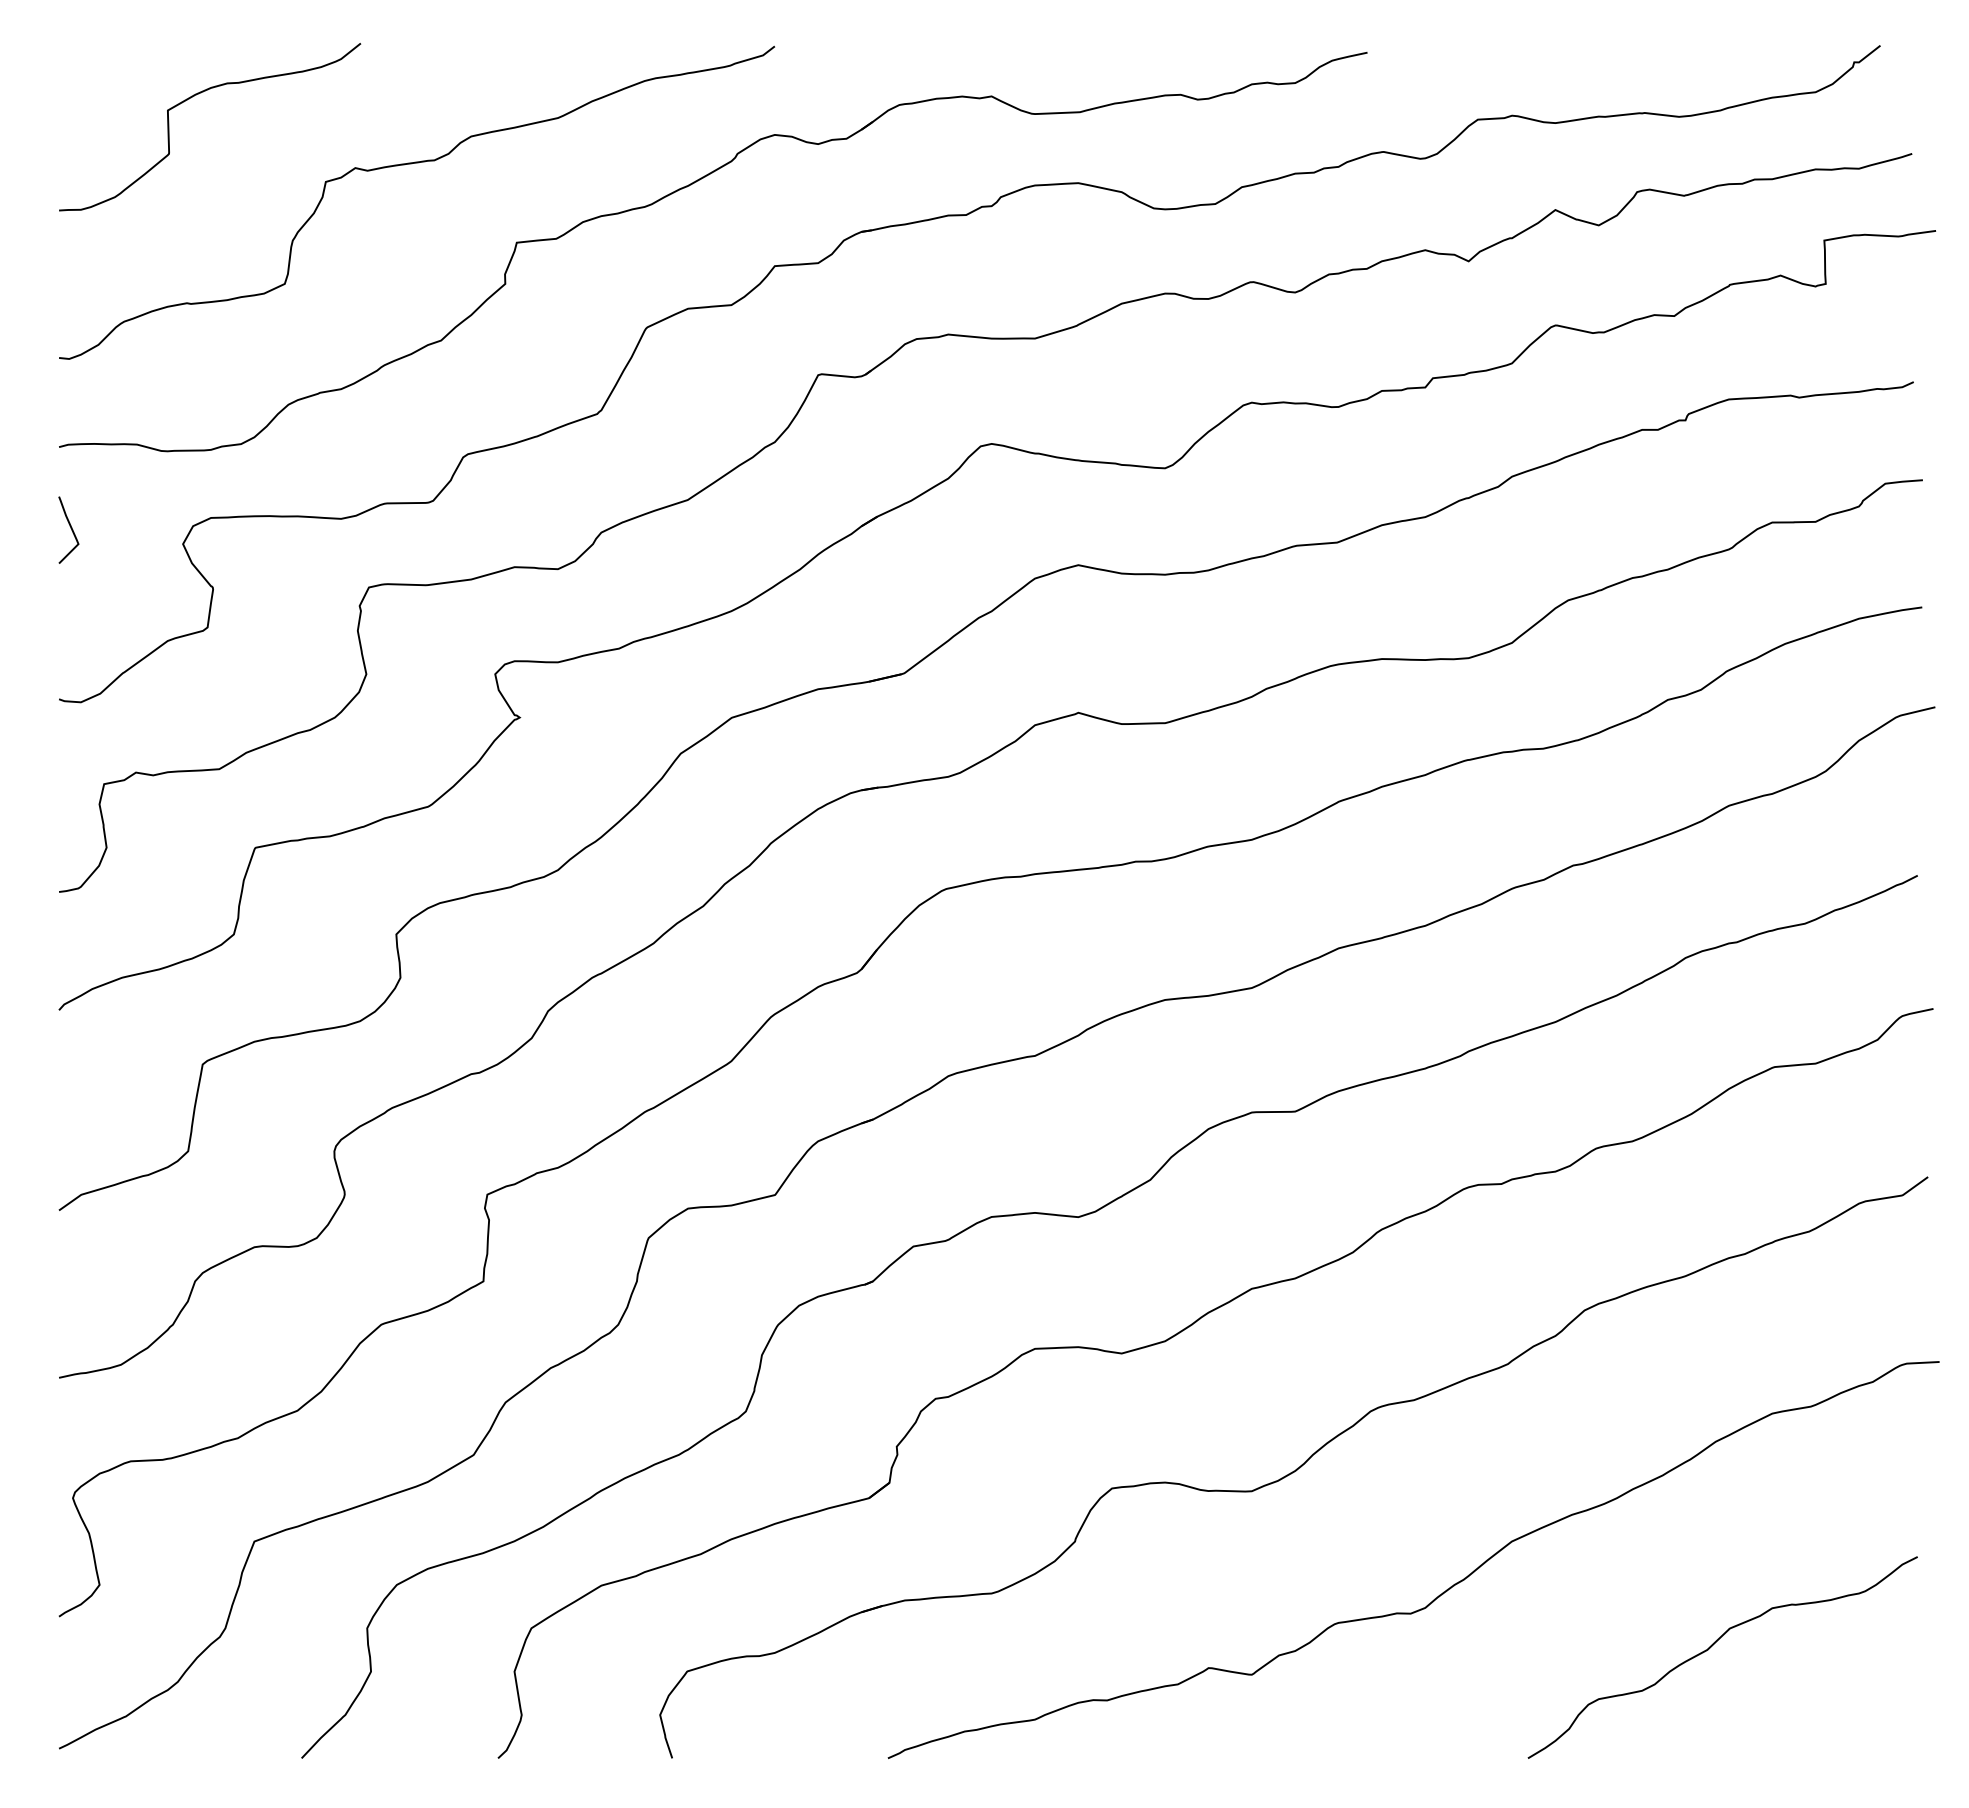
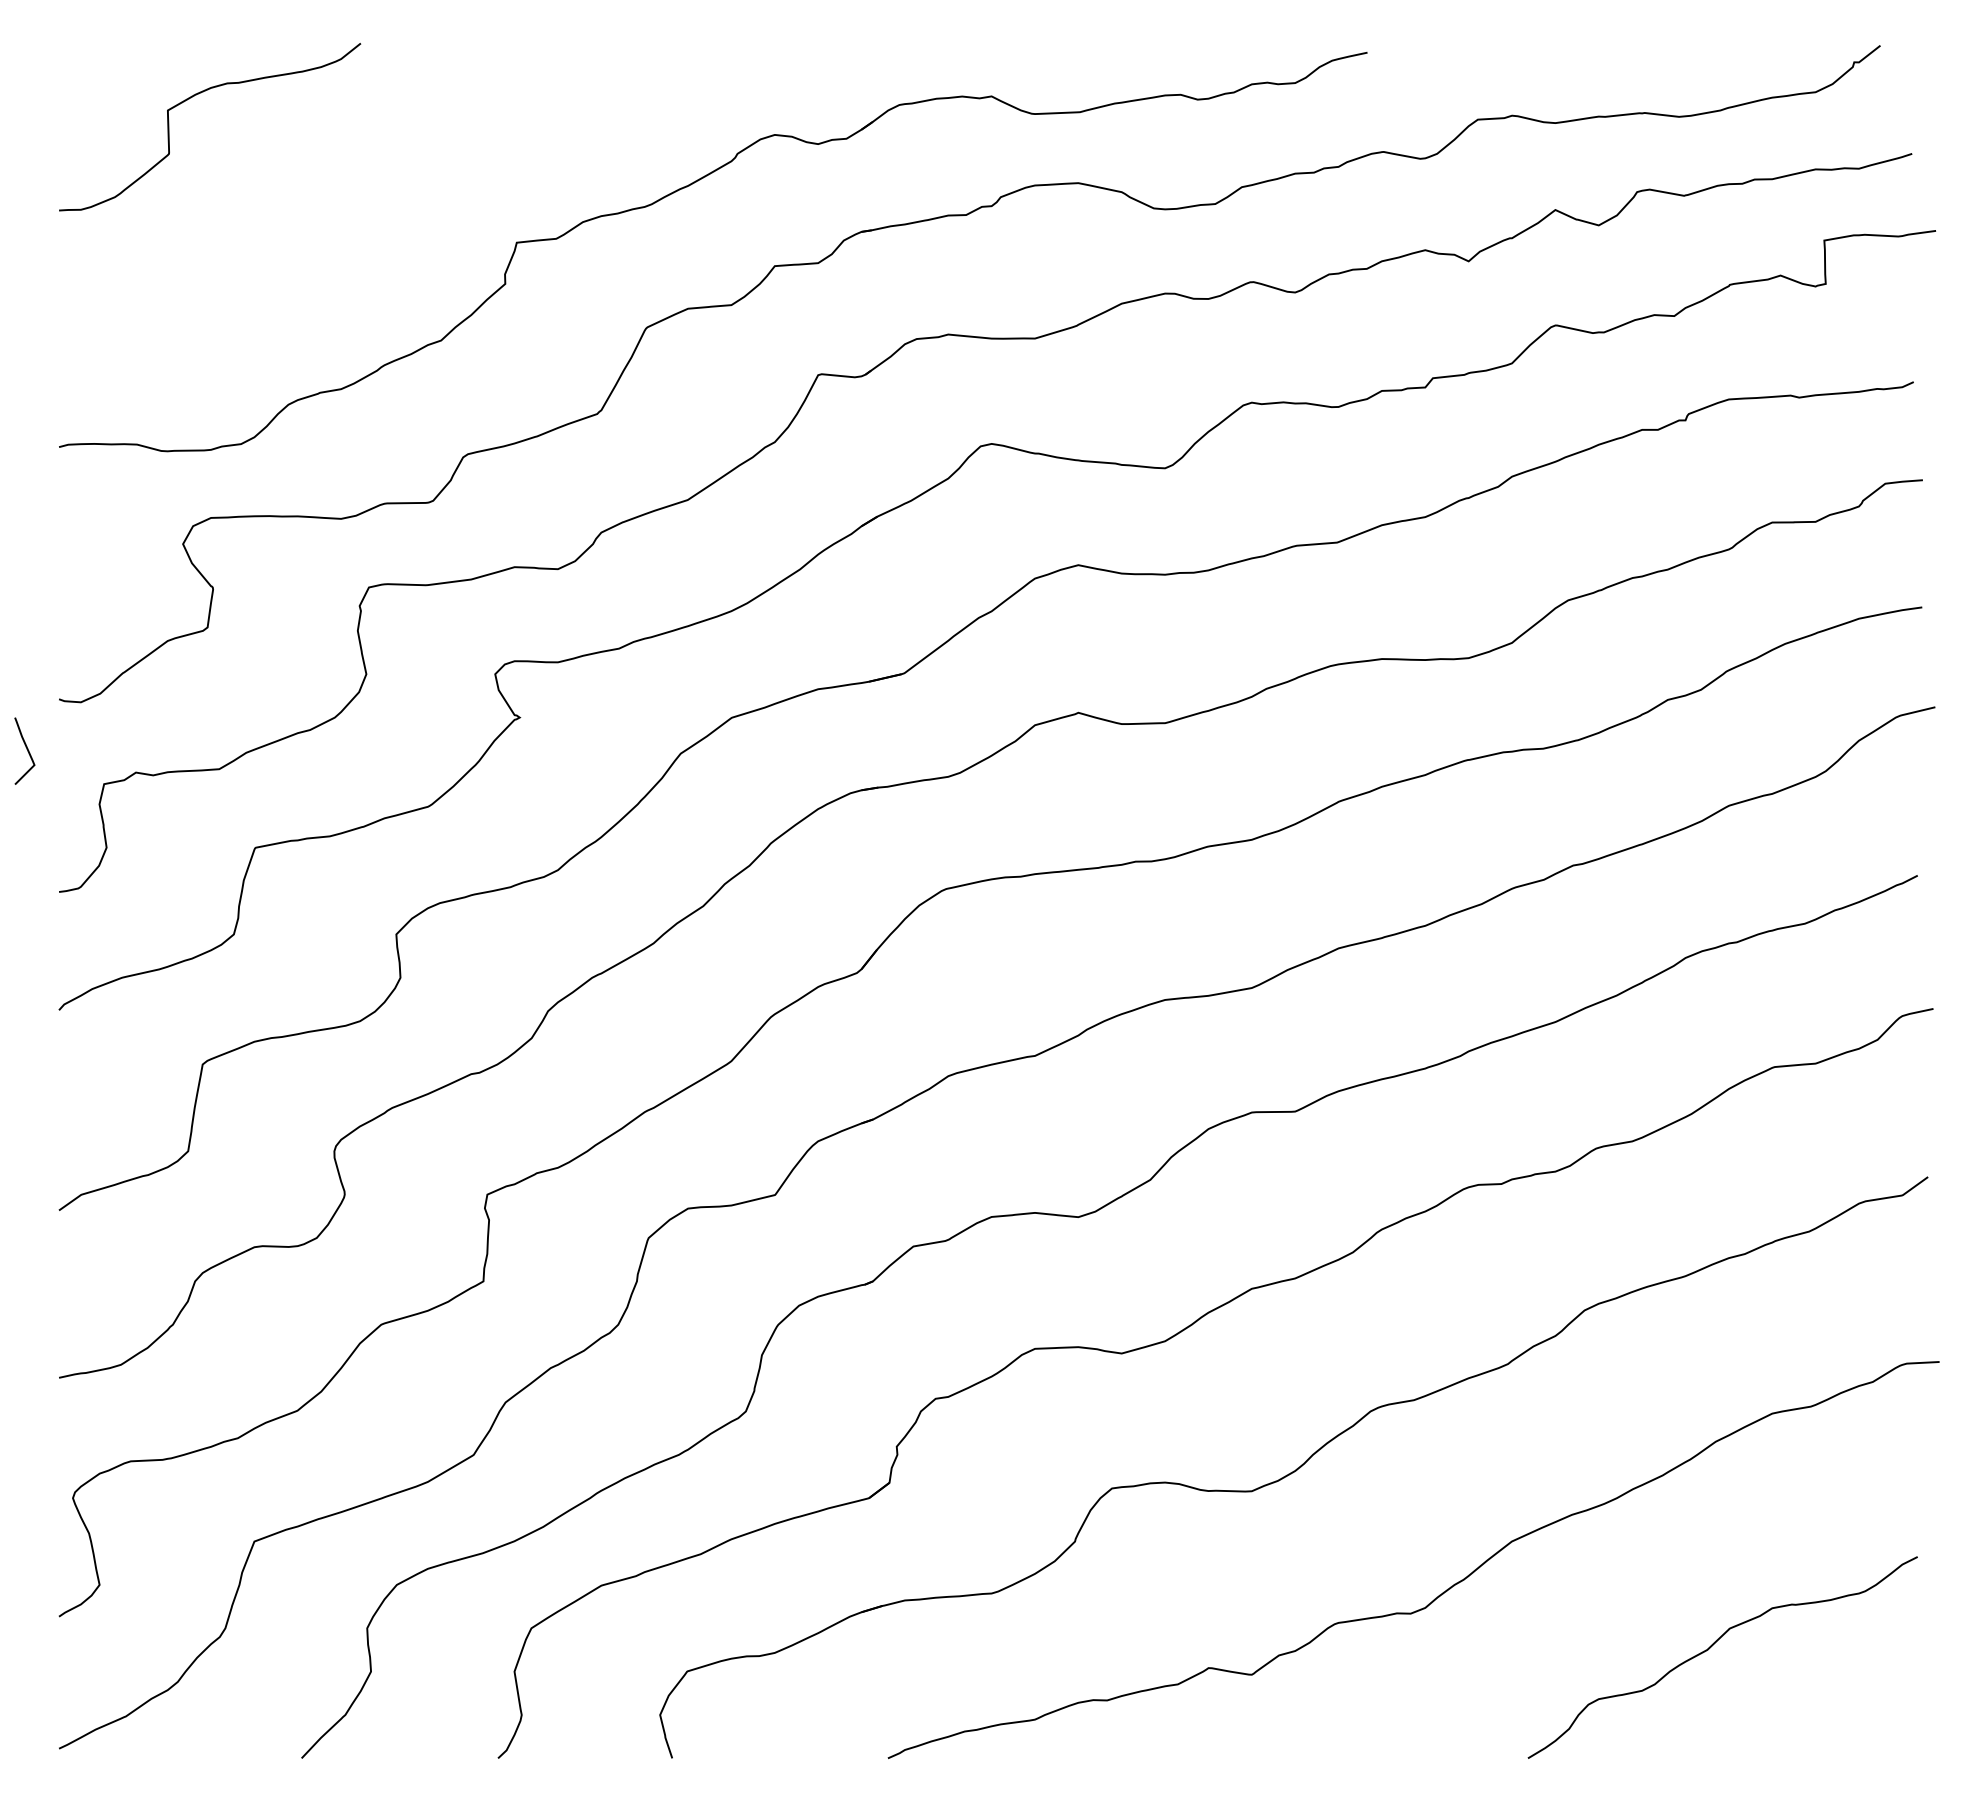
curve at (411, 164): present -> none
curve at (70, 528) position: (70, 528) -> (26, 749)
